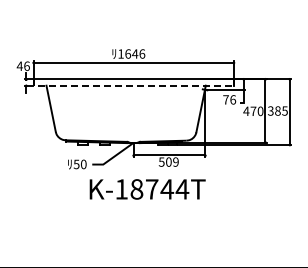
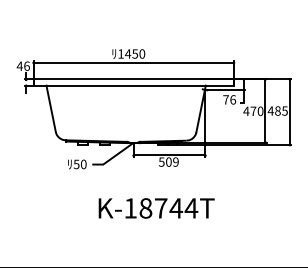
text at (135, 53): 1646 -> 1450
line at (130, 85): dashed -> solid
text at (270, 110): 385 -> 485
text at (147, 189) position: (147, 189) -> (156, 208)
